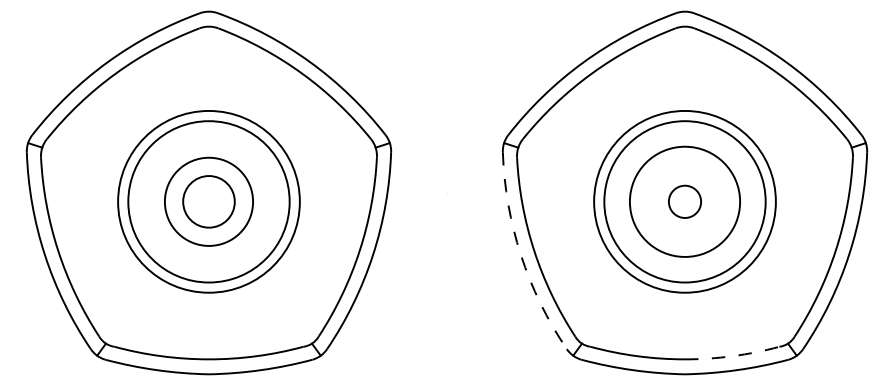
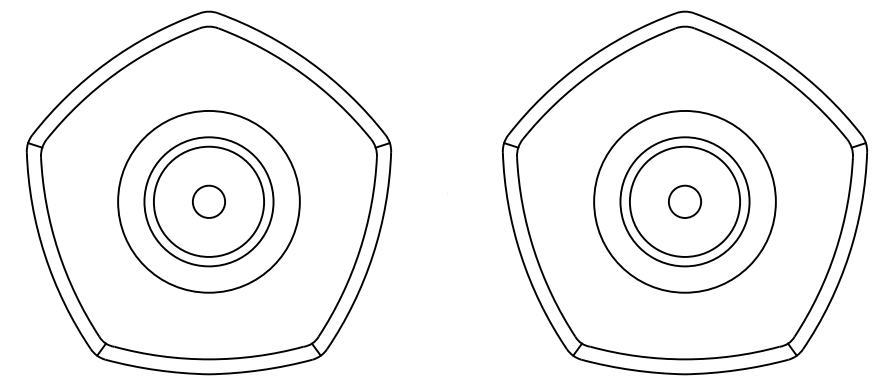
circle at (208, 201) diameter: 161 px -> 129 px
circle at (208, 201) diameter: 52 px -> 32 px
circle at (208, 201) diameter: 88 px -> 110 px
circle at (684, 201) diameter: 161 px -> 129 px
arc at (520, 255): dashed -> solid
arc at (732, 356): dashed -> solid
